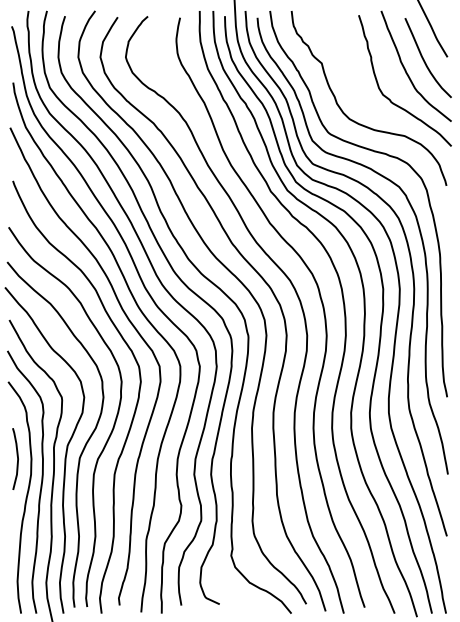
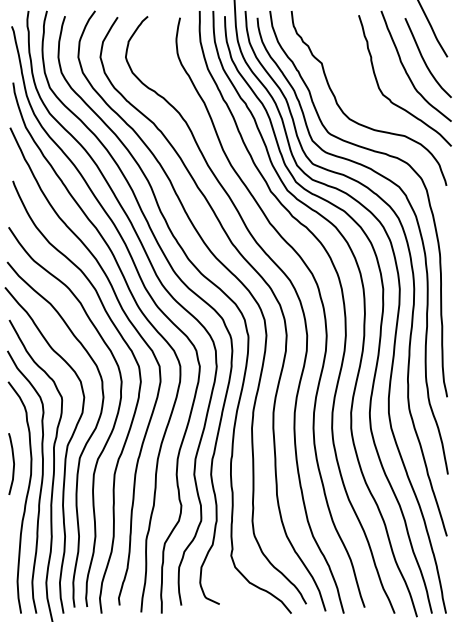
curve at (17, 458) position: (17, 458) -> (13, 463)
